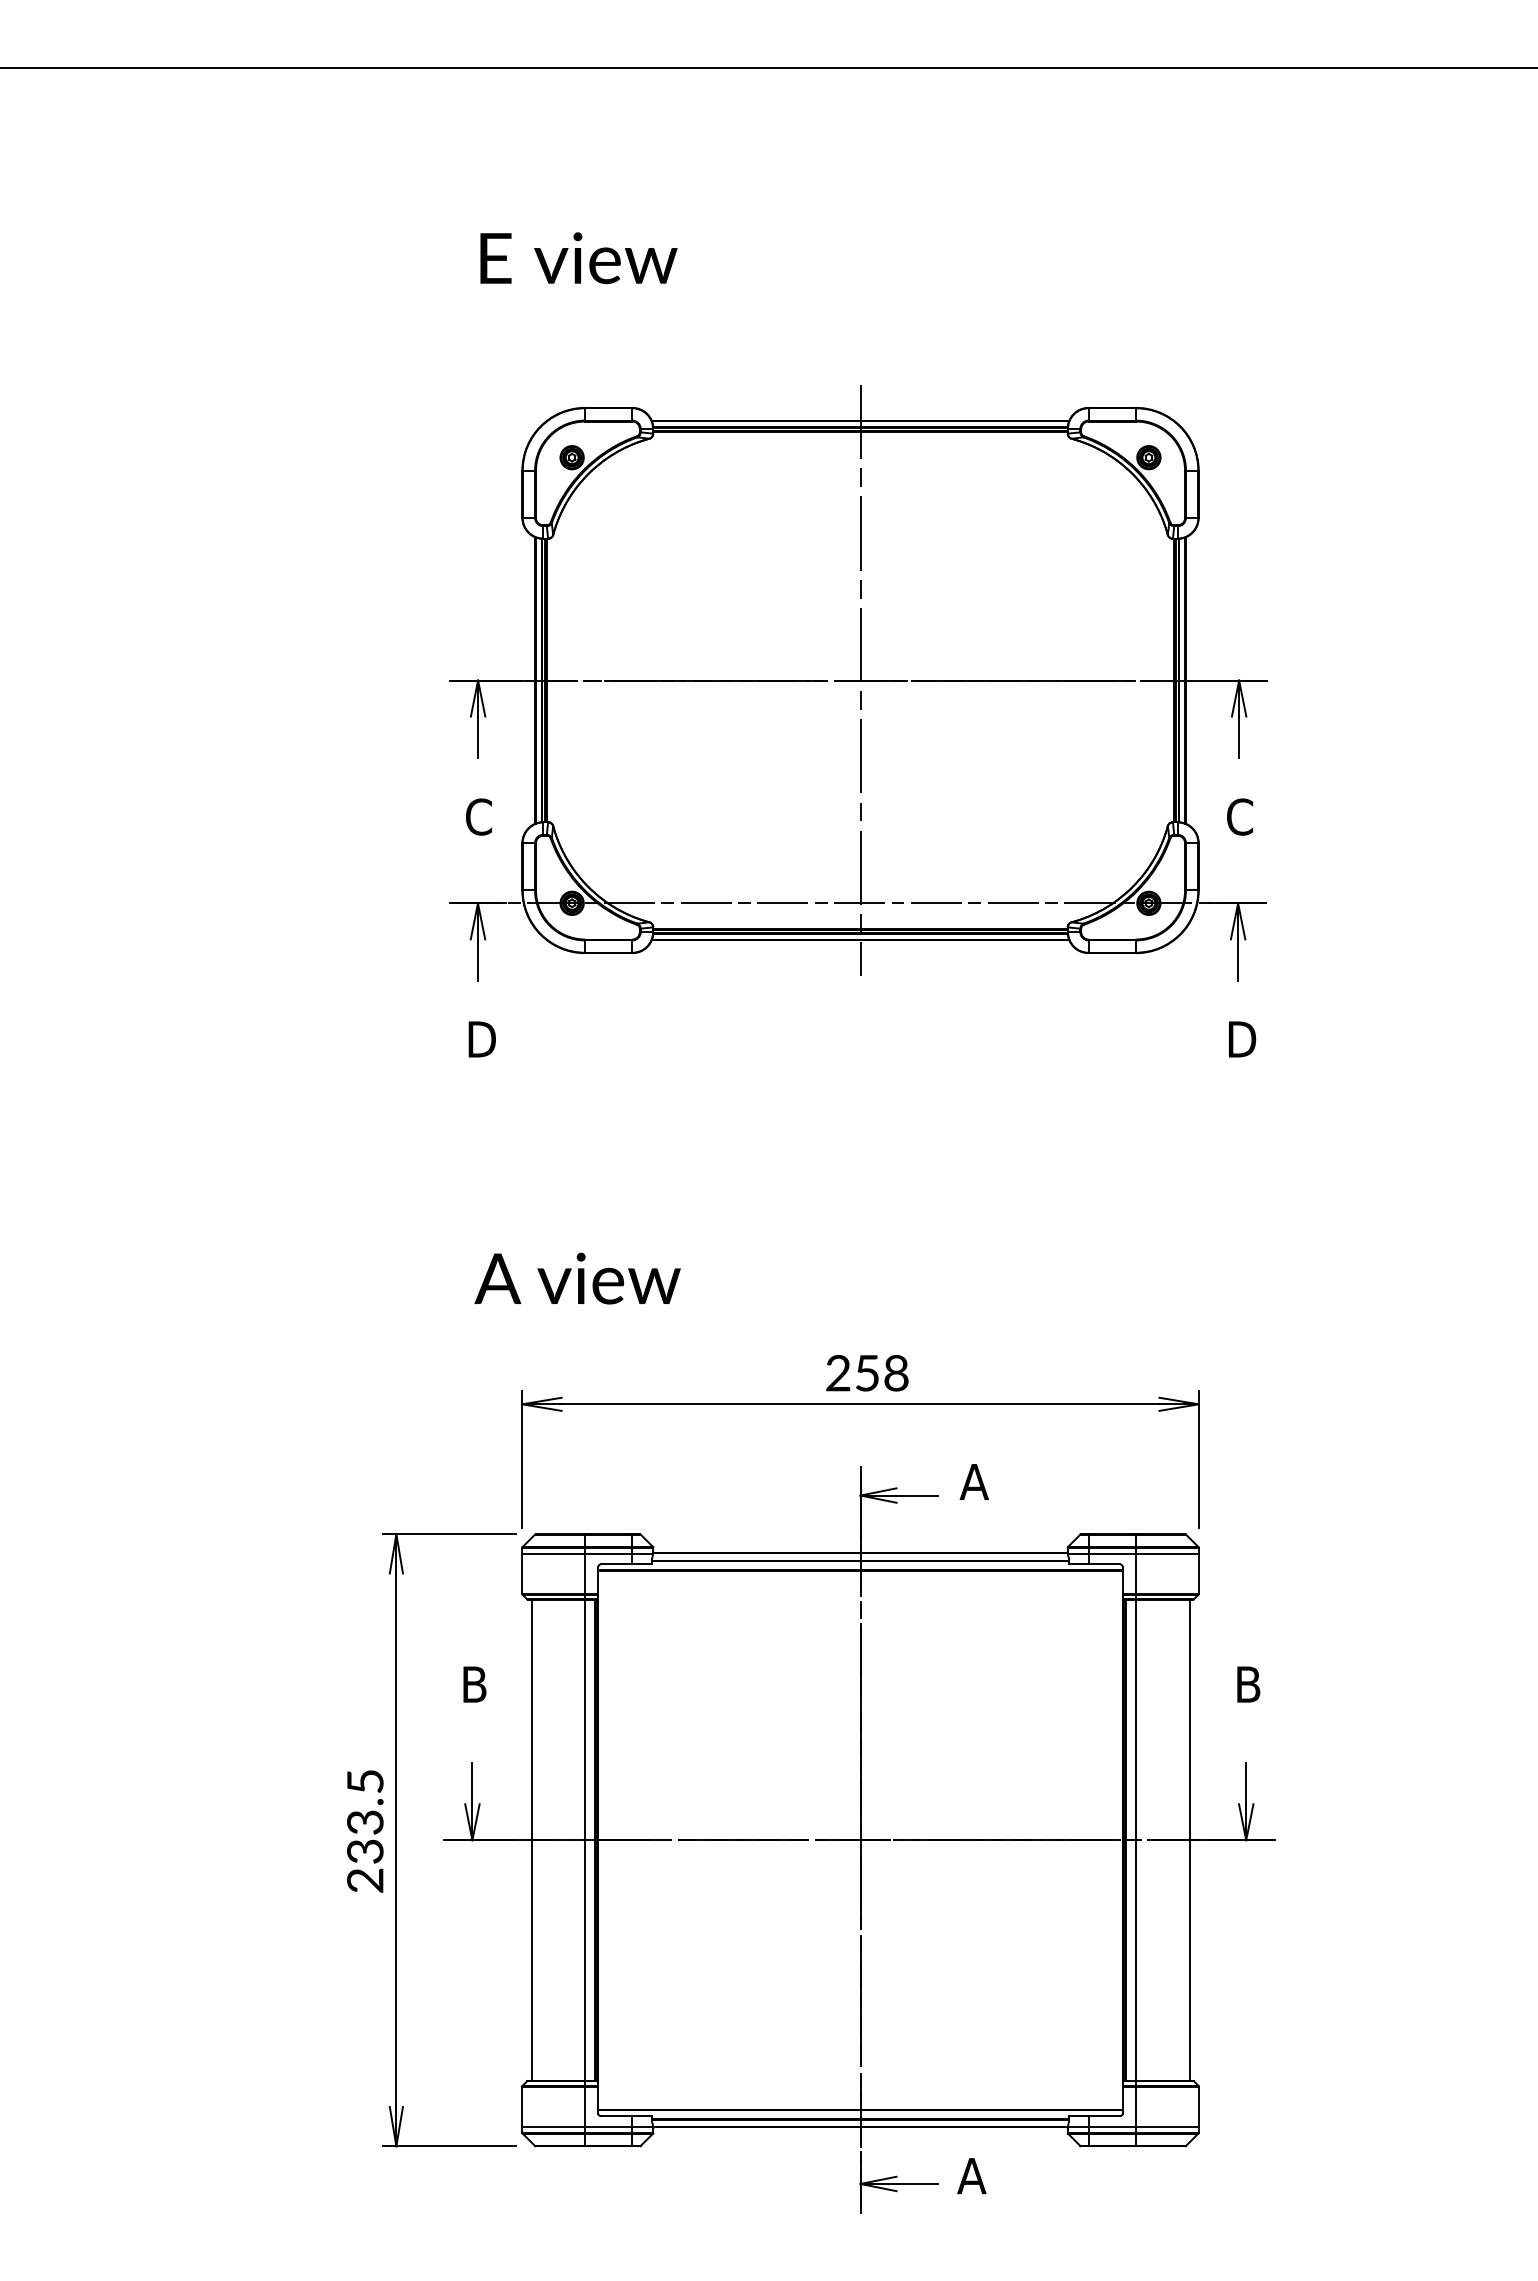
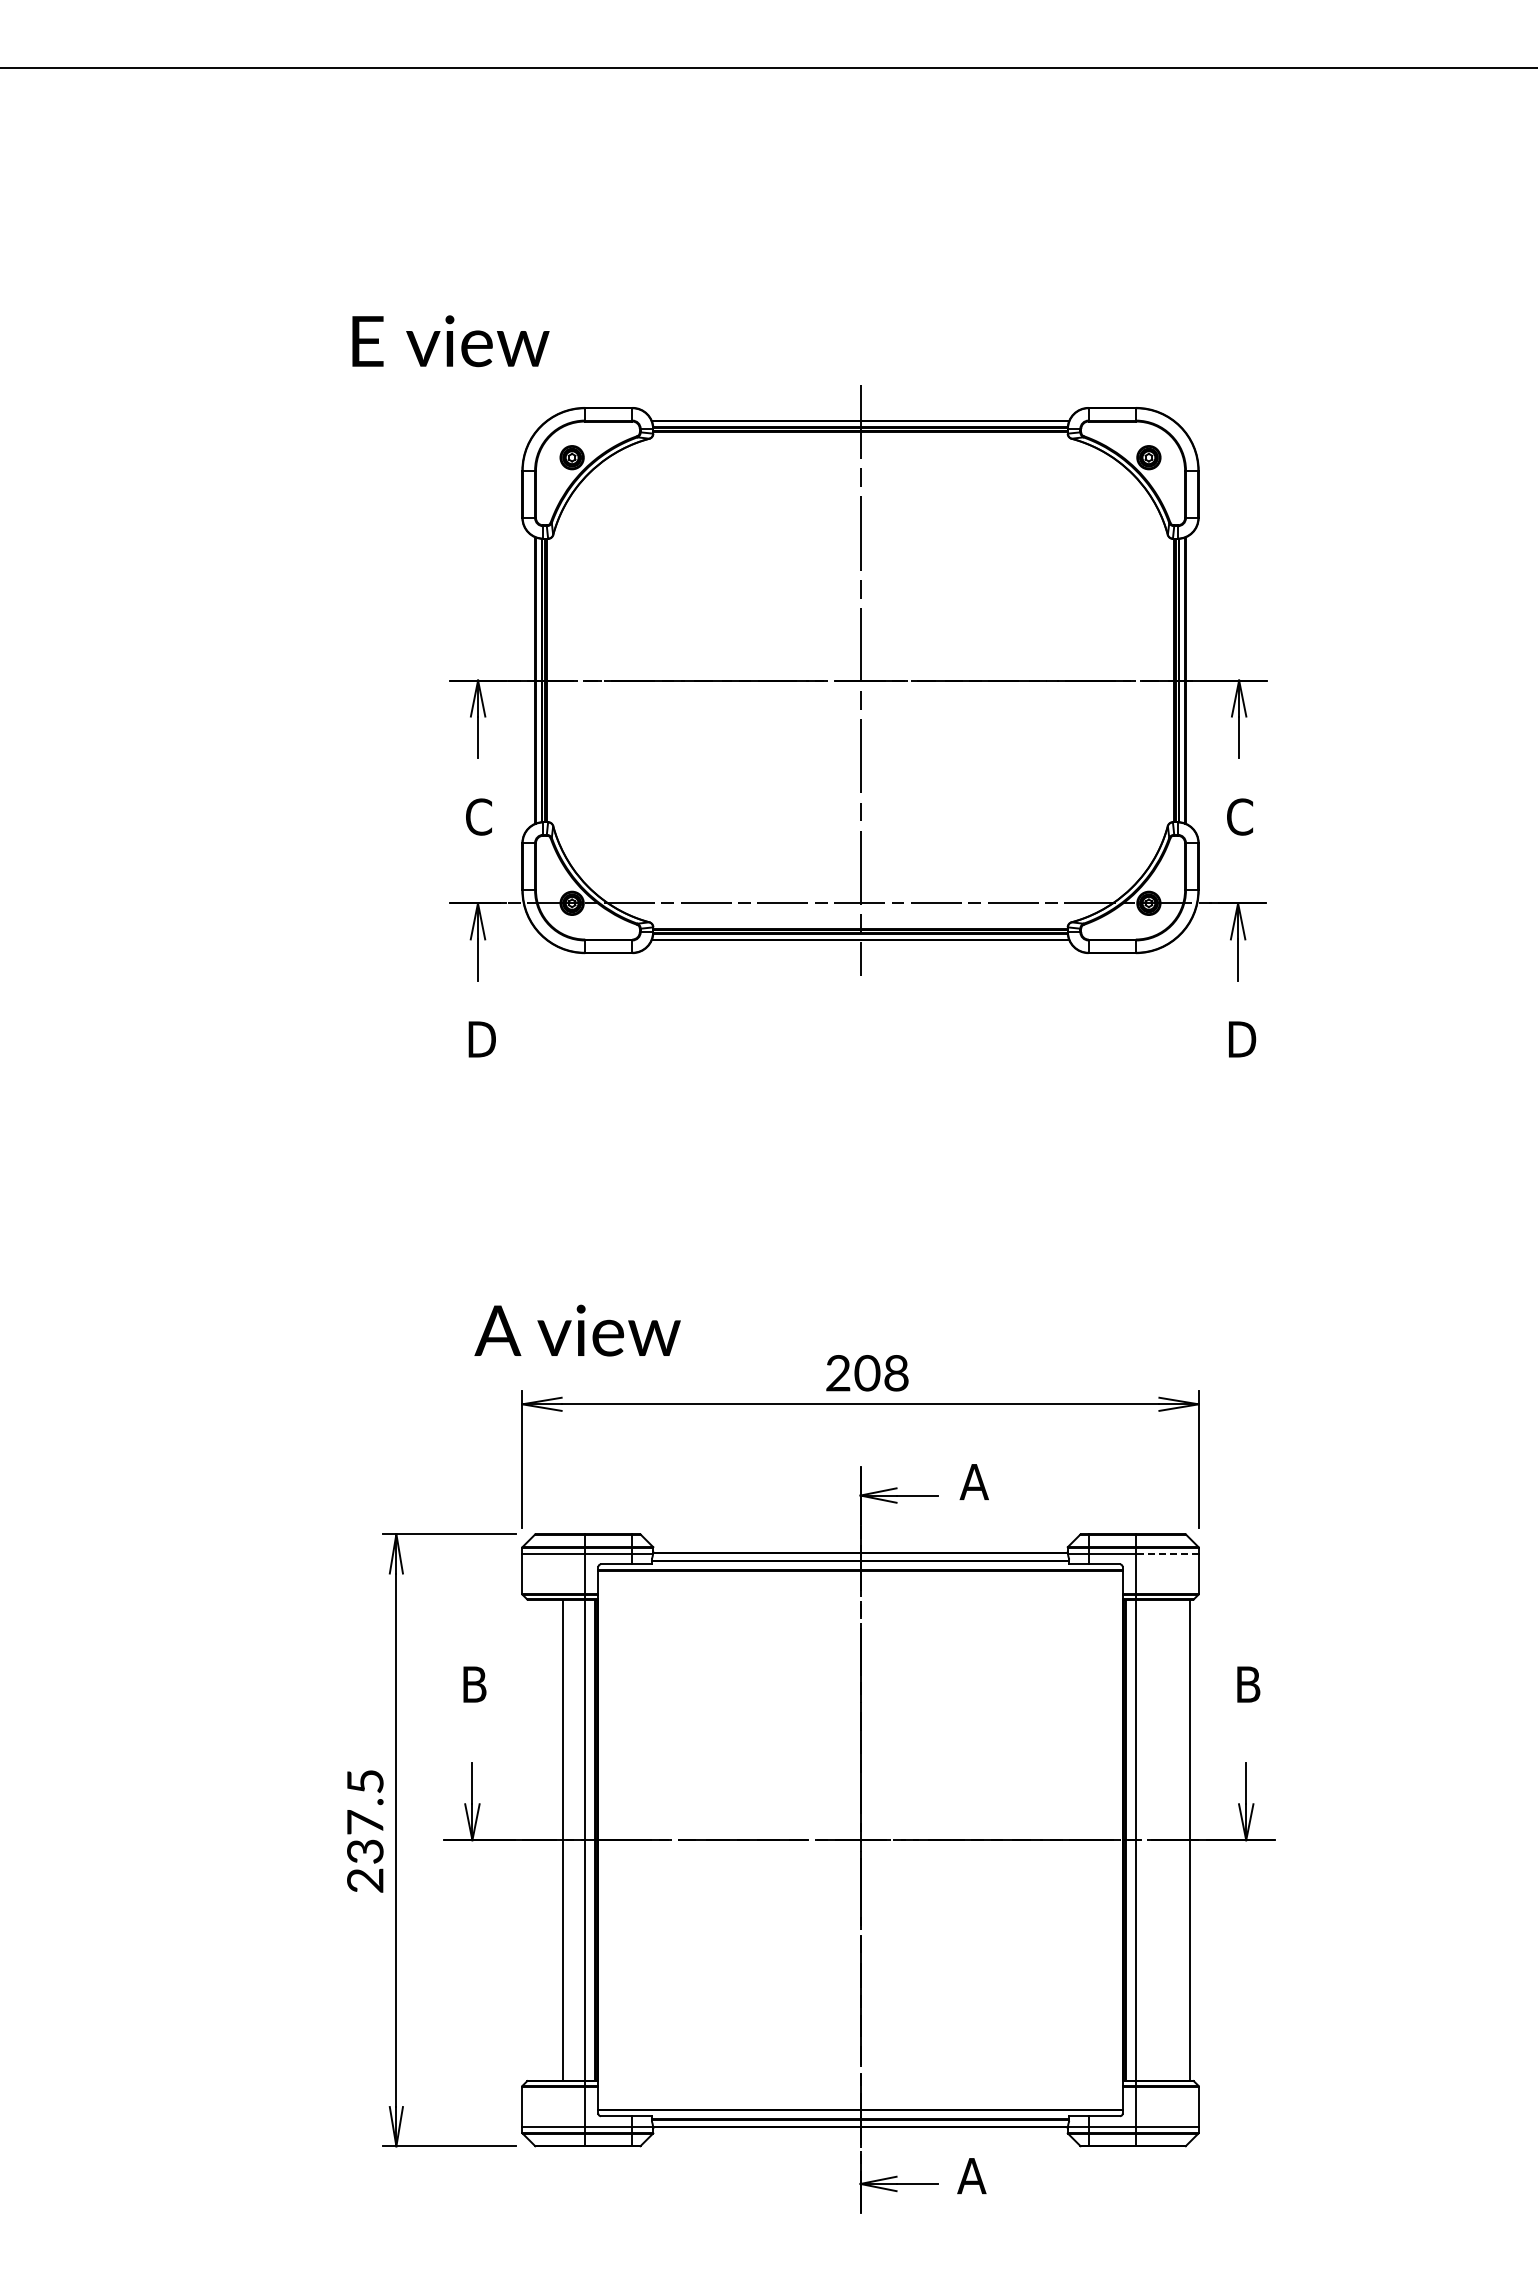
text at (578, 258) position: (578, 258) -> (450, 341)
text at (577, 1278) position: (577, 1278) -> (577, 1330)
text at (867, 1373): 258 -> 208
line at (1166, 1553): solid -> dashed
text at (365, 1822): 233.5 -> 237.5
line at (531, 1839) position: (531, 1839) -> (562, 1839)
